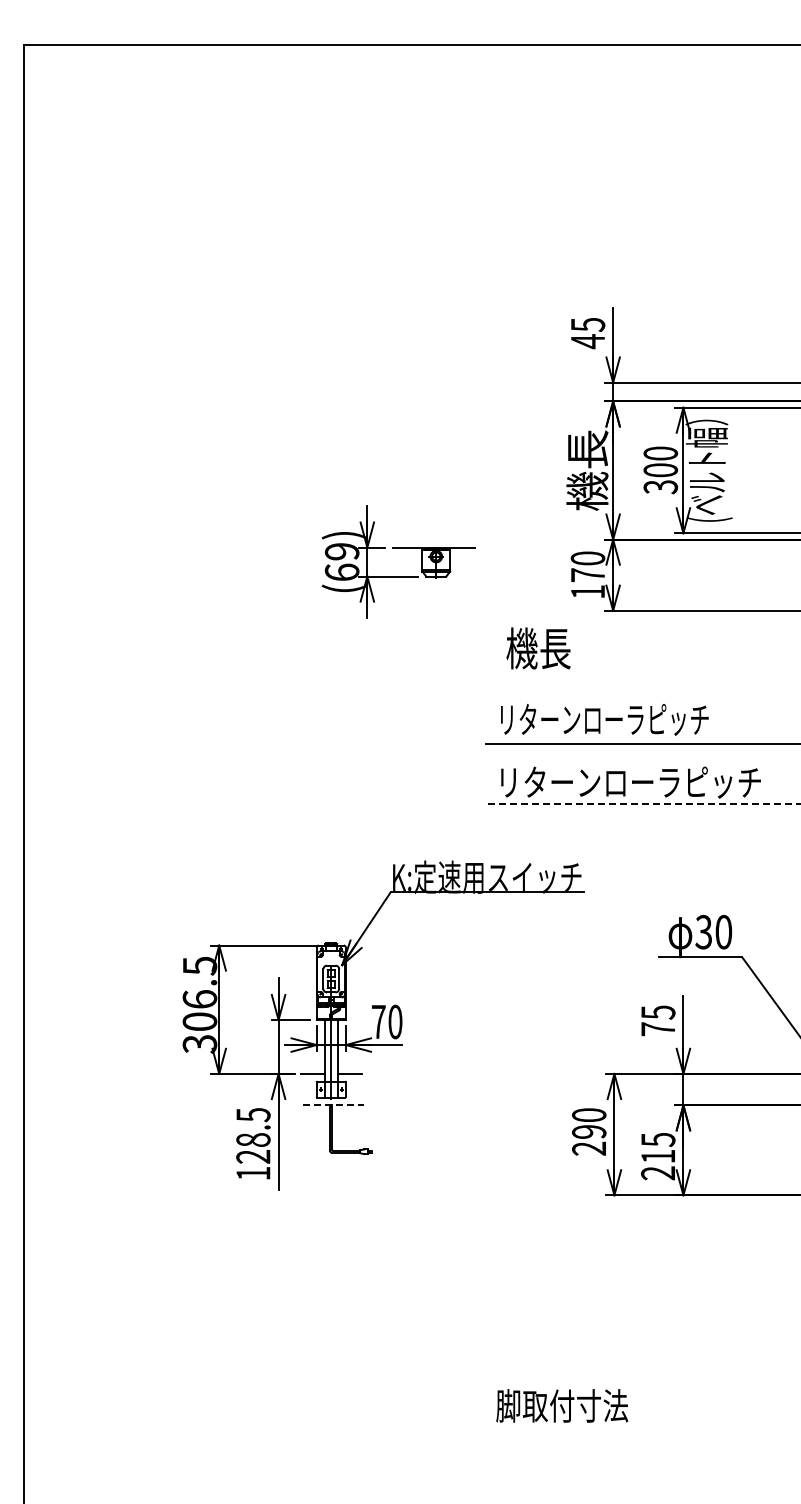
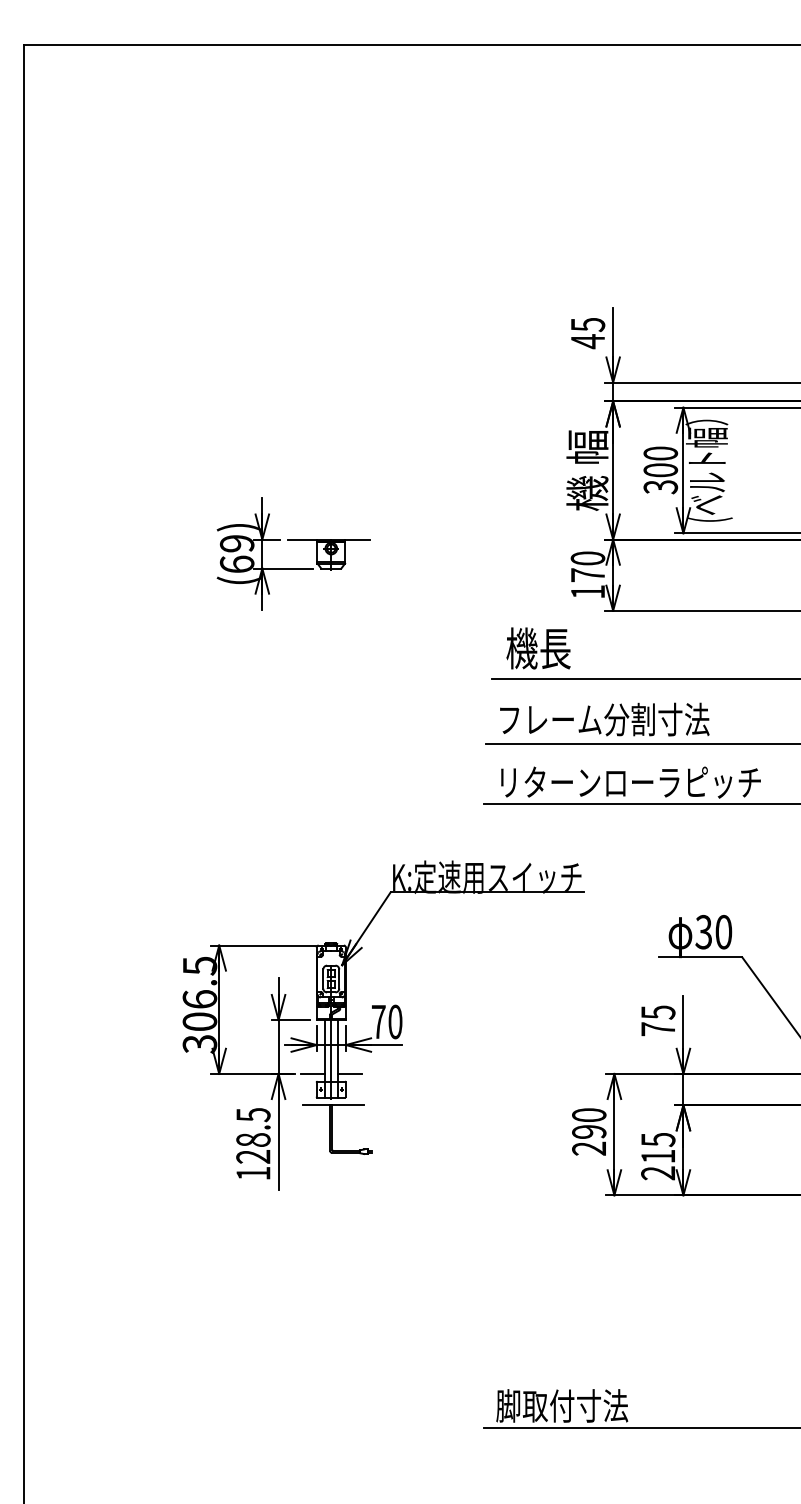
text at (587, 470): 機長 -> 機 幅
part at (398, 548) position: (398, 548) -> (293, 540)
line at (644, 678): none -> present
text at (604, 719): リターンローラピッチ -> フレーム分割寸法
line at (641, 804): dashed -> solid
line at (333, 1105): dashed -> solid
line at (640, 1428): none -> present
